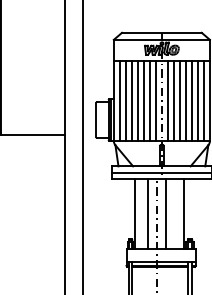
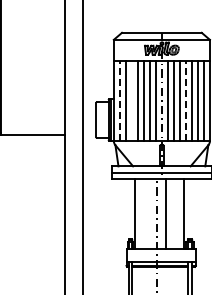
line at (119, 100): solid -> dashed
line at (131, 100): present -> none
line at (185, 100): solid -> dashed
line at (148, 213): present -> none
